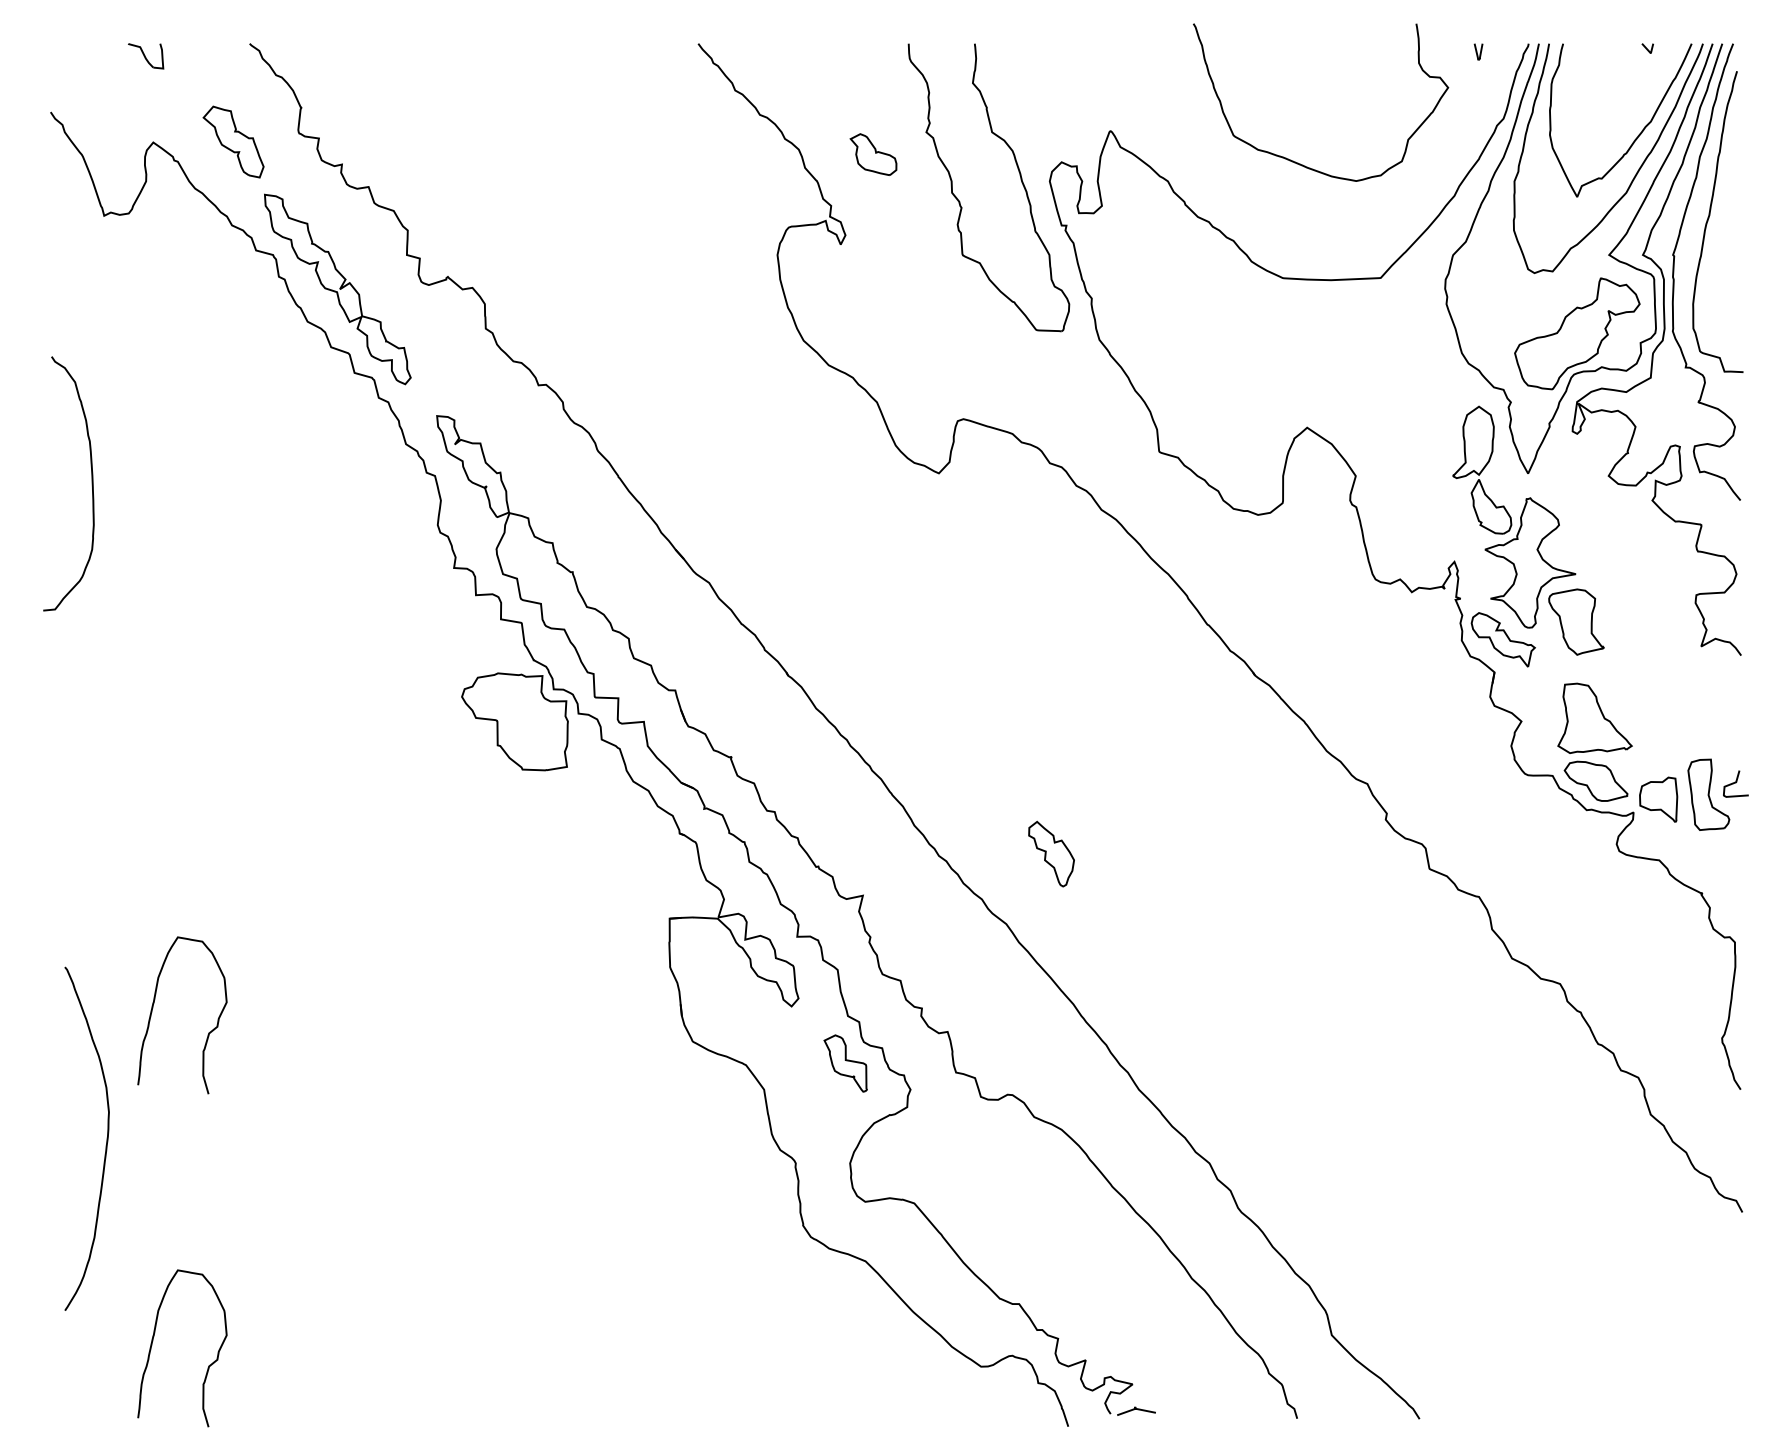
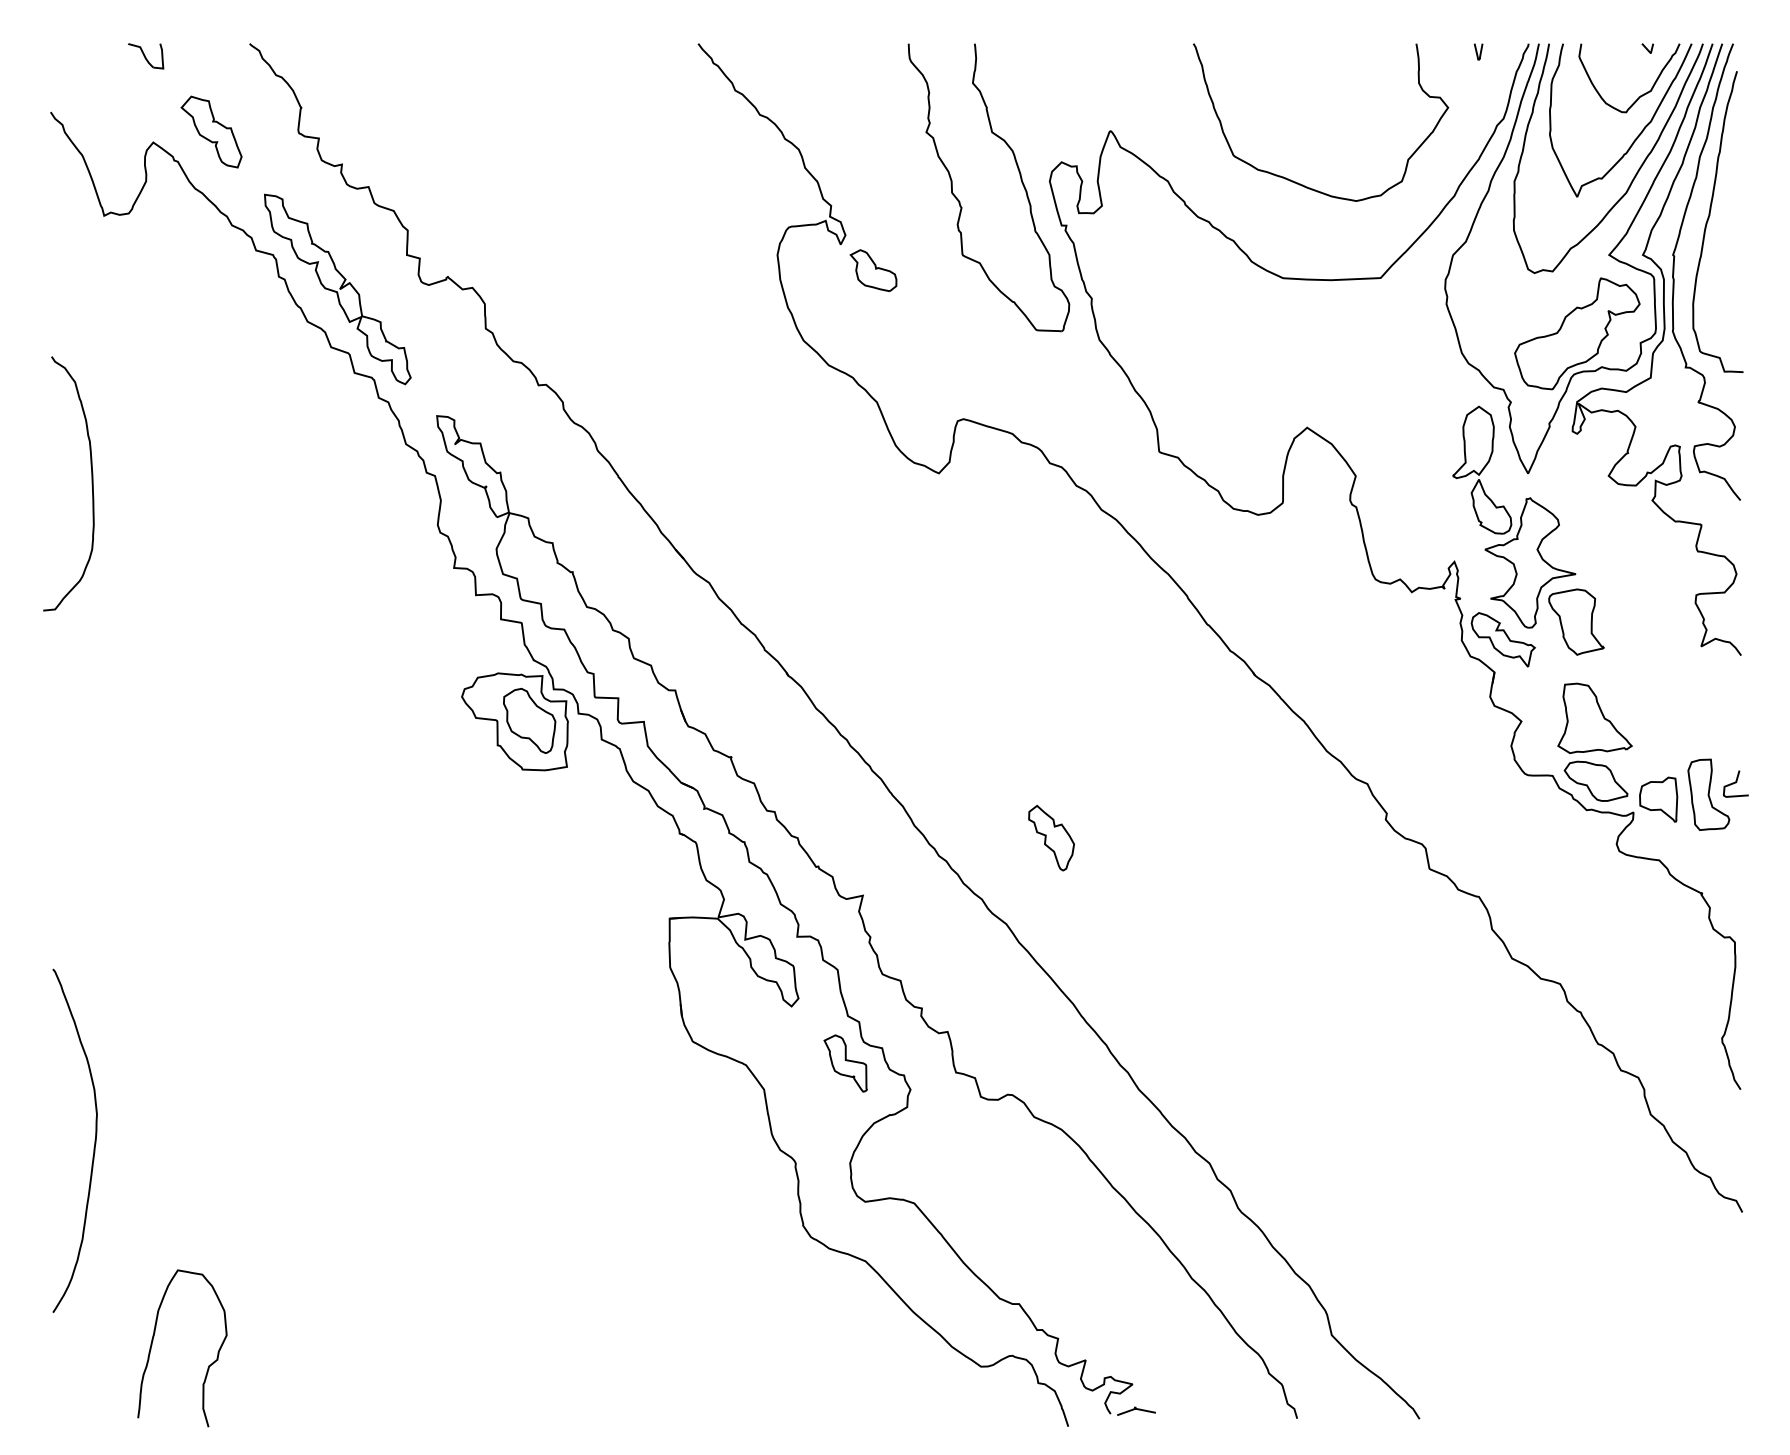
curve at (1640, 95): none -> present
part at (233, 141) position: (233, 141) -> (211, 131)
part at (873, 154) position: (873, 154) -> (873, 270)
curve at (1298, 162) position: (1298, 162) -> (1298, 182)
part at (529, 720): none -> present
part at (1051, 853) position: (1051, 853) -> (1051, 837)
curve at (153, 1008): present -> none
curve at (106, 1138) position: (106, 1138) -> (94, 1140)
